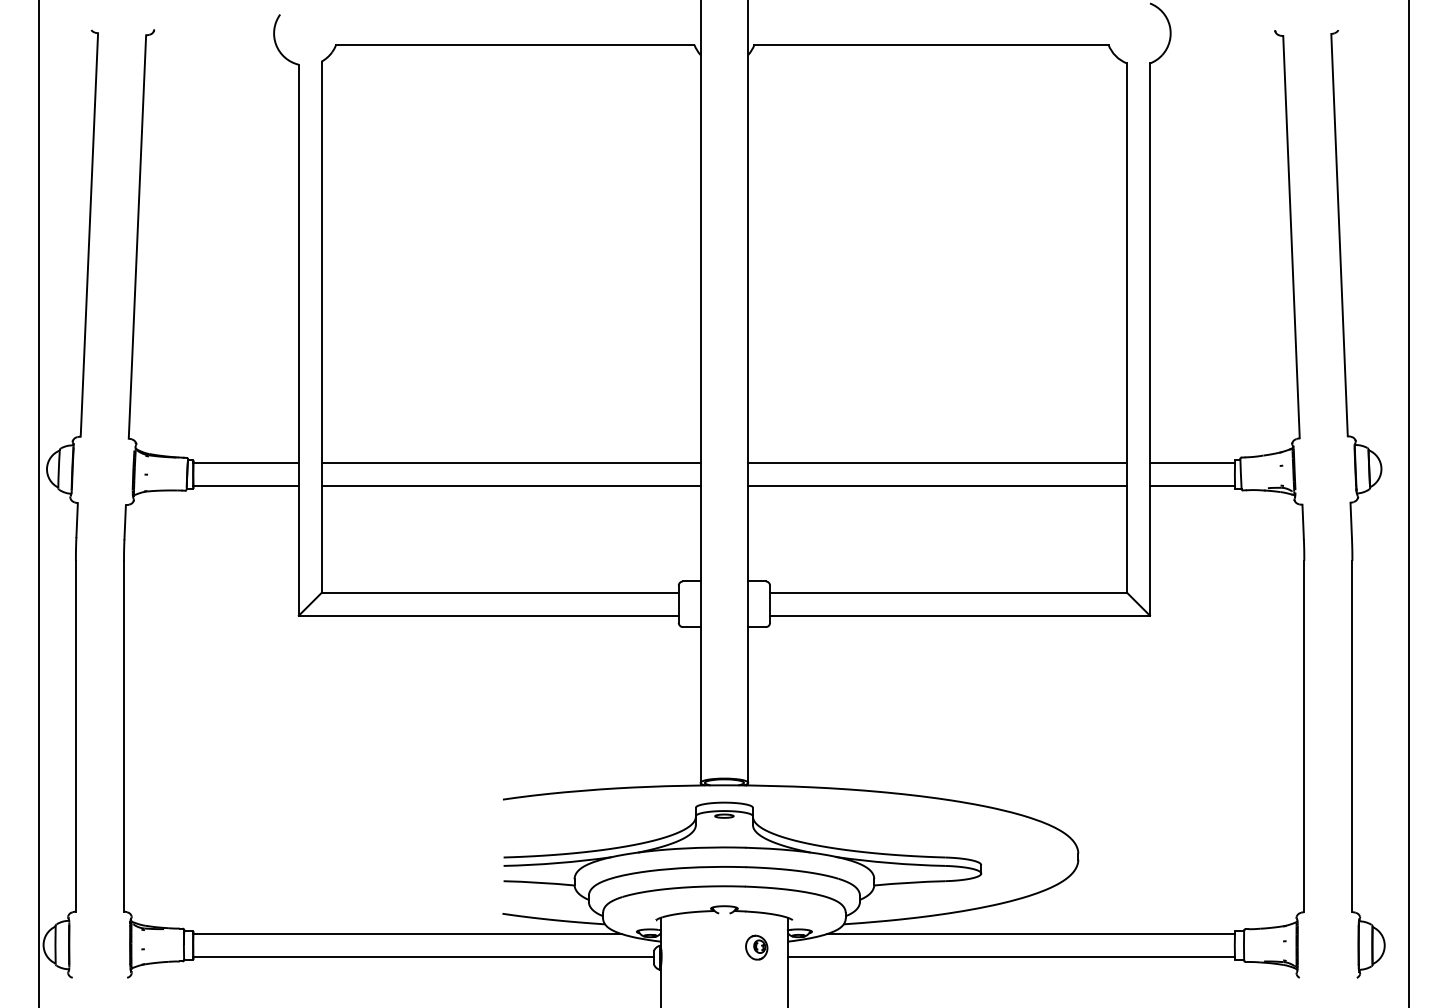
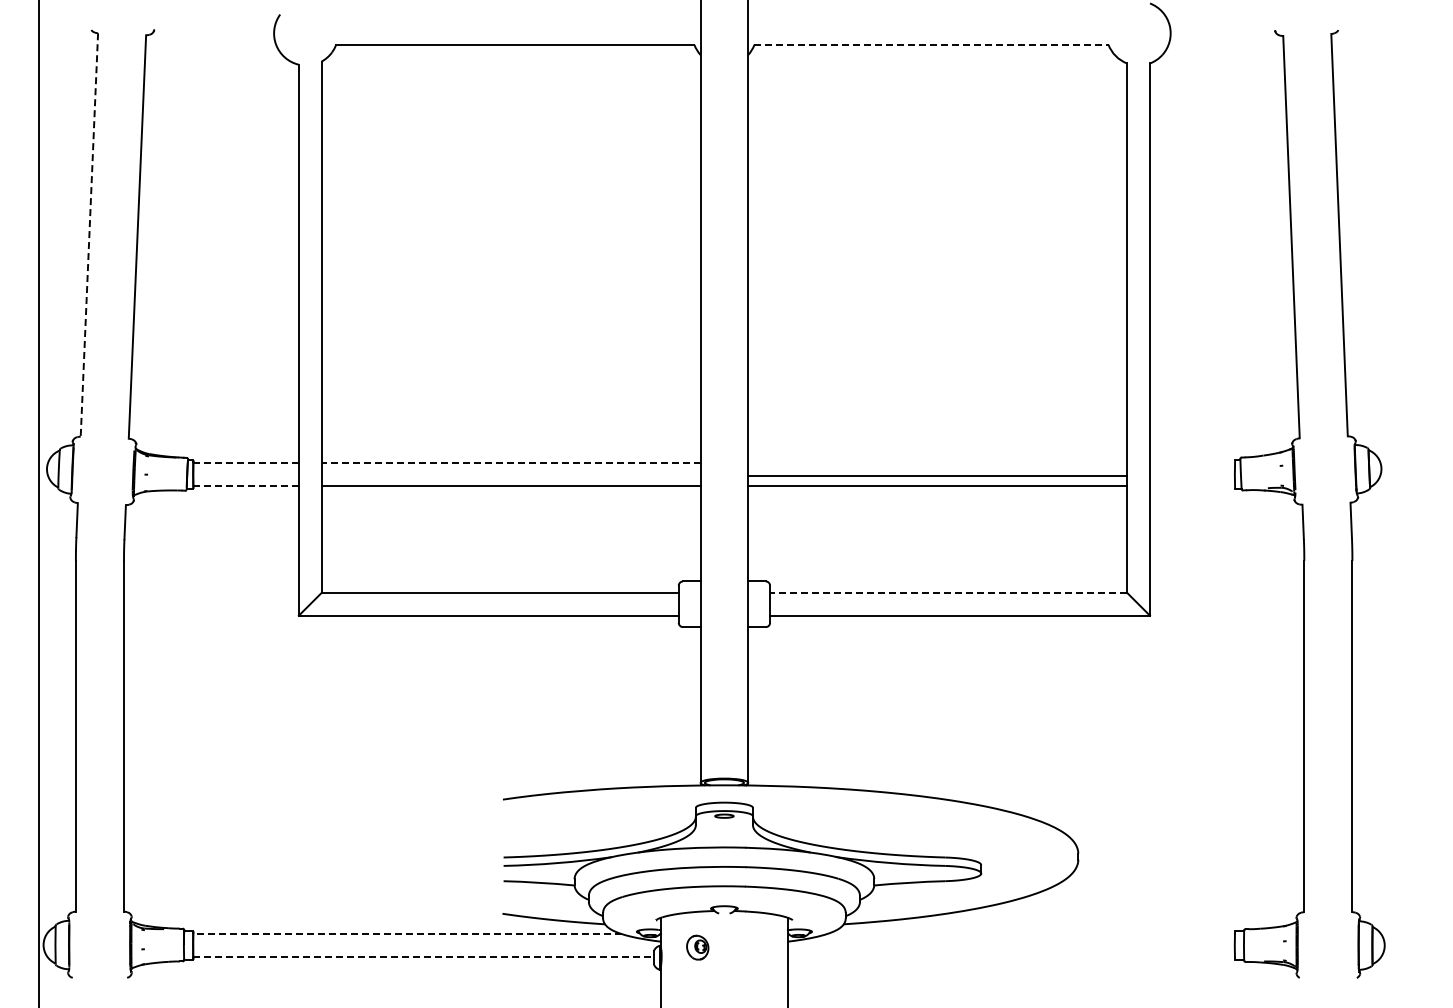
line at (932, 44): solid -> dashed
line at (89, 234): solid -> dashed
line at (246, 463): solid -> dashed
line at (510, 463): solid -> dashed
line at (937, 463) position: (937, 463) -> (937, 476)
line at (1192, 463): present -> none
line at (246, 486): solid -> dashed
line at (1192, 486): present -> none
line at (1409, 503): present -> none
line at (948, 592): solid -> dashed
line at (407, 934): solid -> dashed
line at (1030, 934): present -> none
part at (756, 947) position: (756, 947) -> (697, 947)
line at (424, 956): solid -> dashed
line at (1010, 956): present -> none
